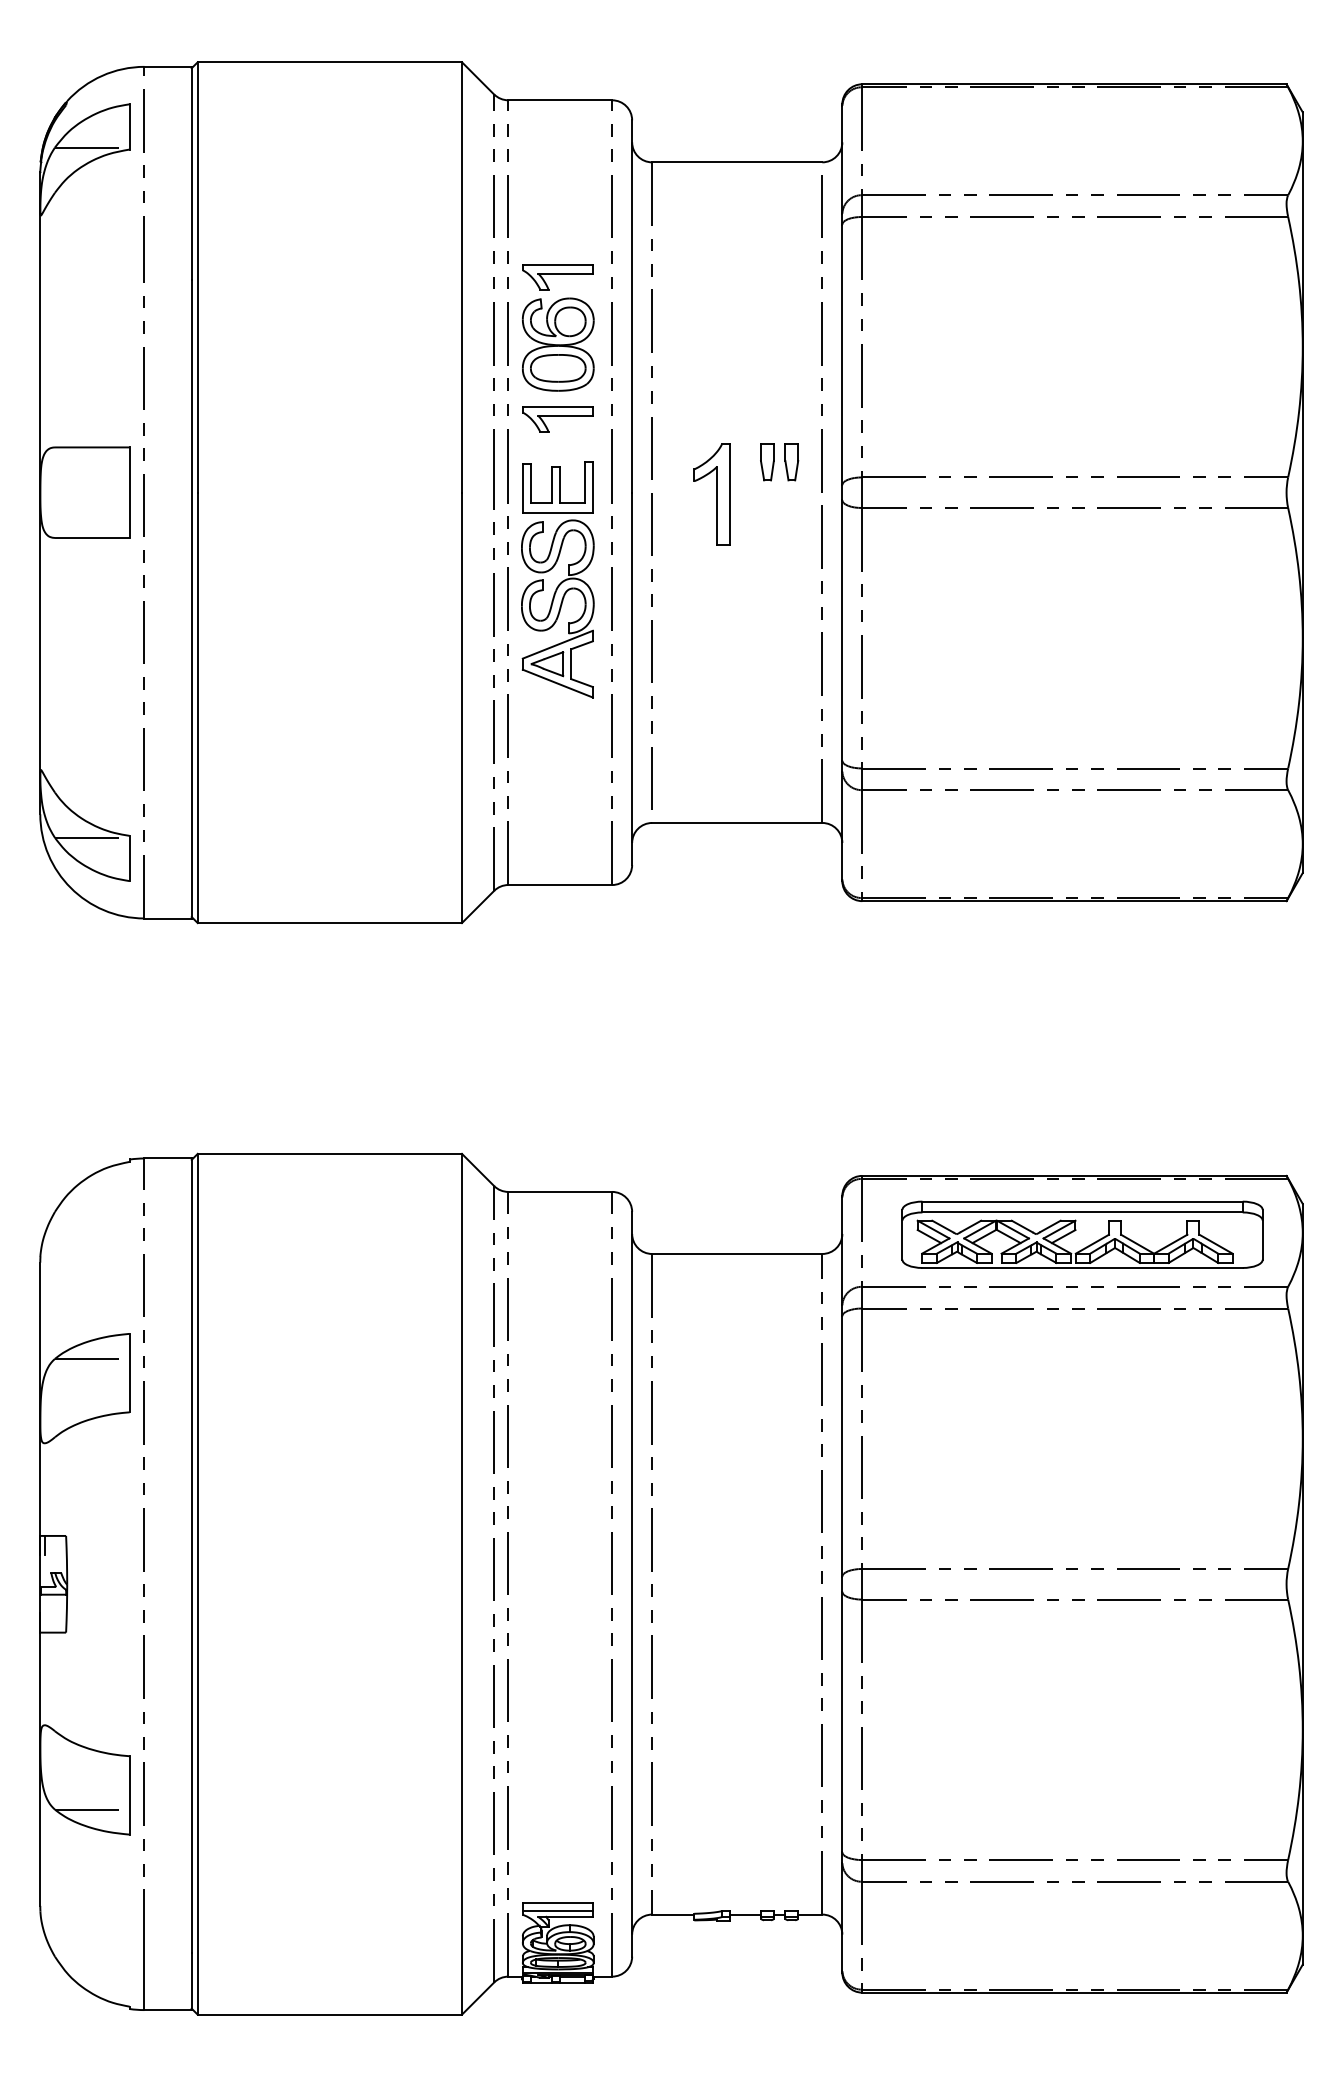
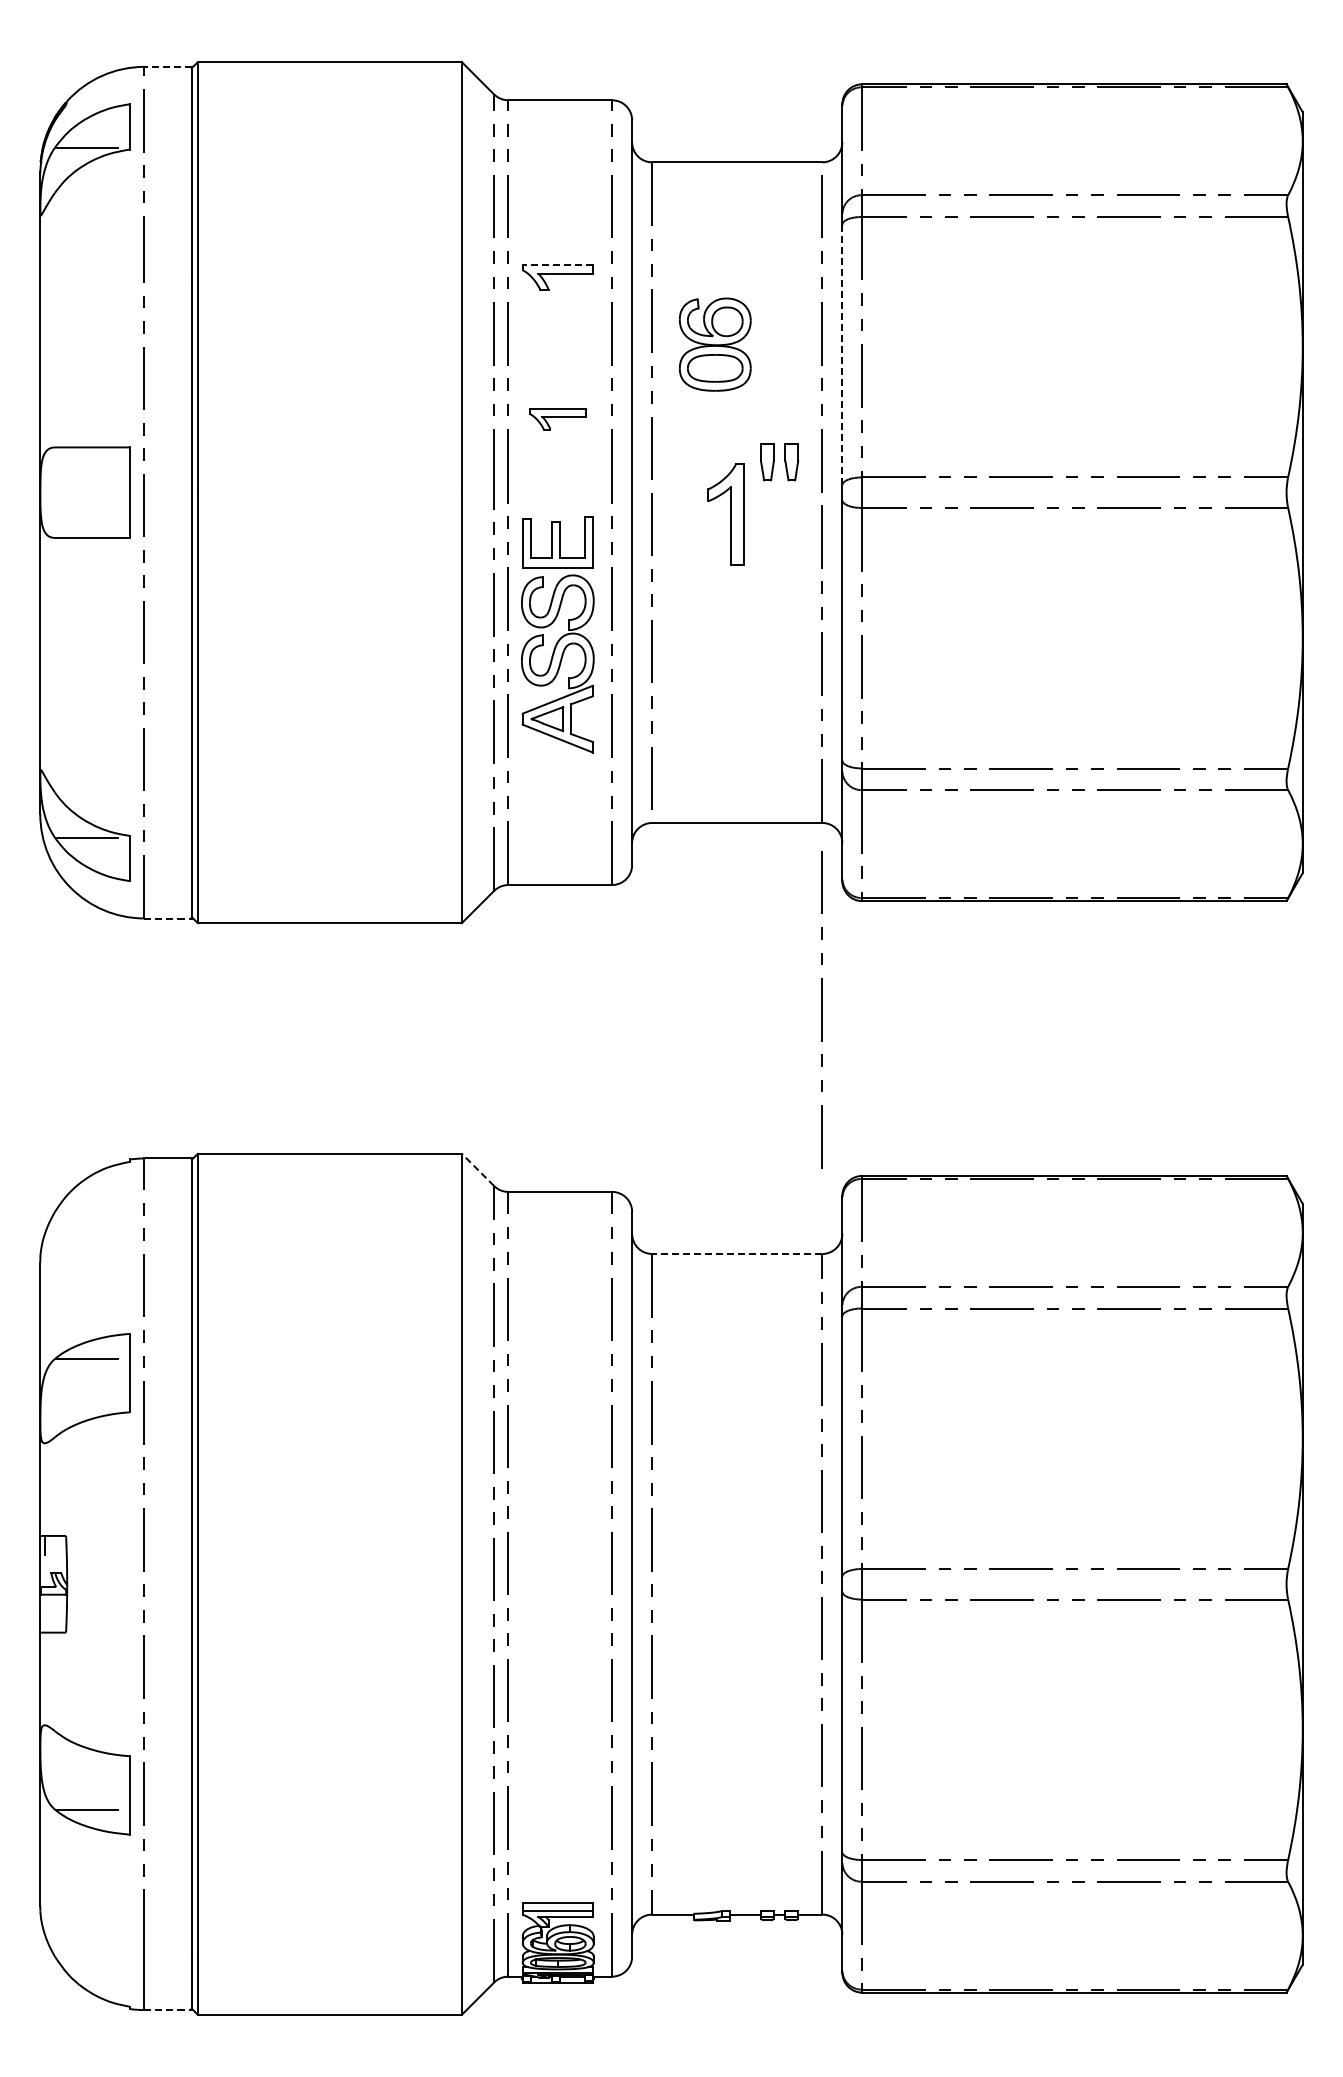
line at (168, 66): solid -> dashed
line at (557, 264): solid -> dashed
part at (558, 344) position: (558, 344) -> (715, 344)
line at (842, 354): solid -> dashed
part at (557, 419) size: 72x27 px -> 58x23 px
part at (711, 494) position: (711, 494) -> (725, 514)
part at (557, 579) position: (557, 579) -> (557, 634)
line at (168, 918): solid -> dashed
line at (821, 1009): none -> present
line at (478, 1169): solid -> dashed
part at (1082, 1234): present -> none
line at (736, 1253): solid -> dashed
line at (168, 2010): solid -> dashed
